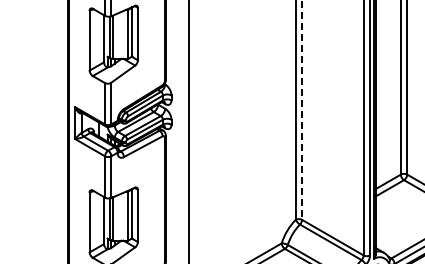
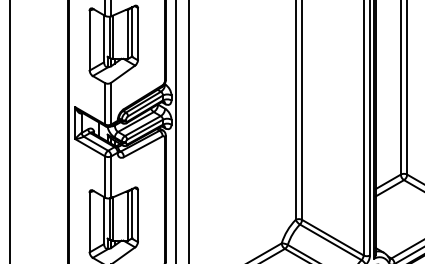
line at (302, 110): dashed -> solid
line at (10, 131): none -> present
line at (175, 131): none -> present
